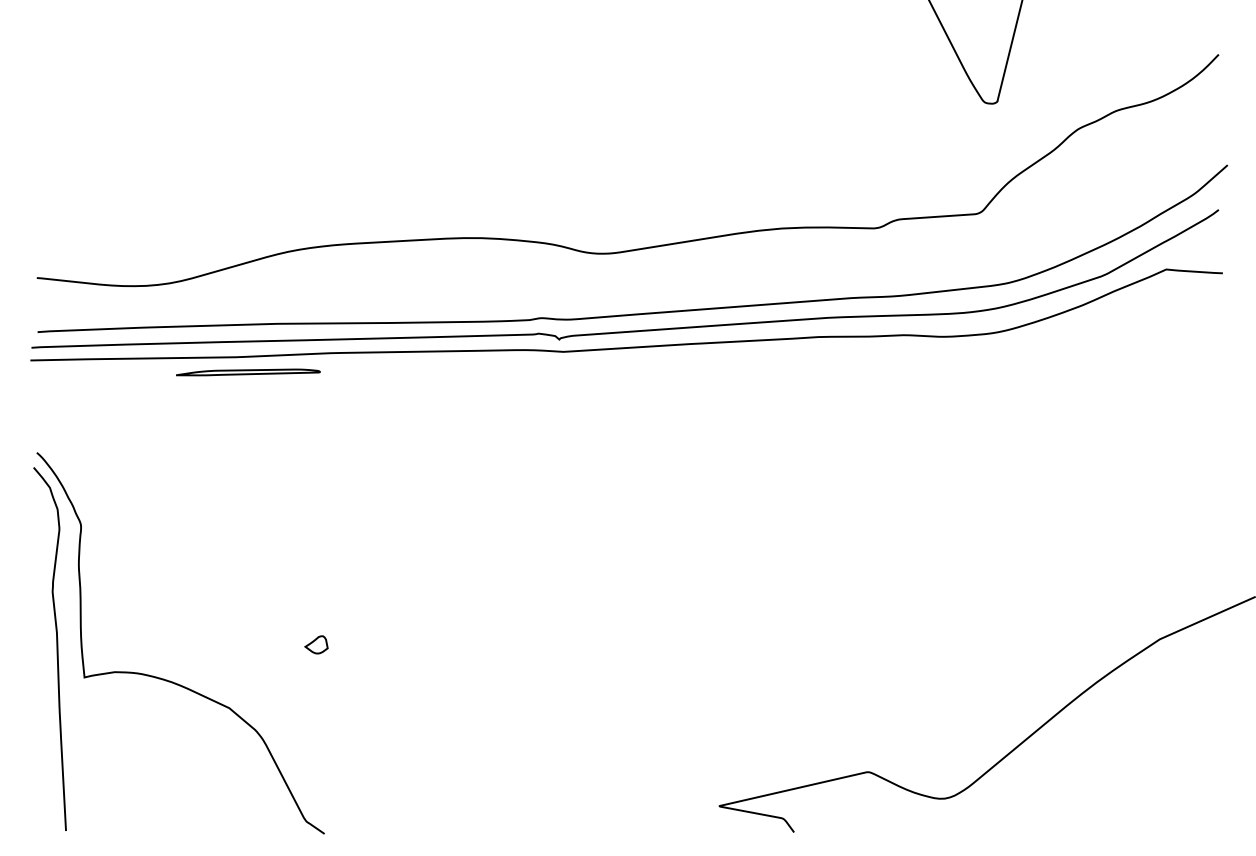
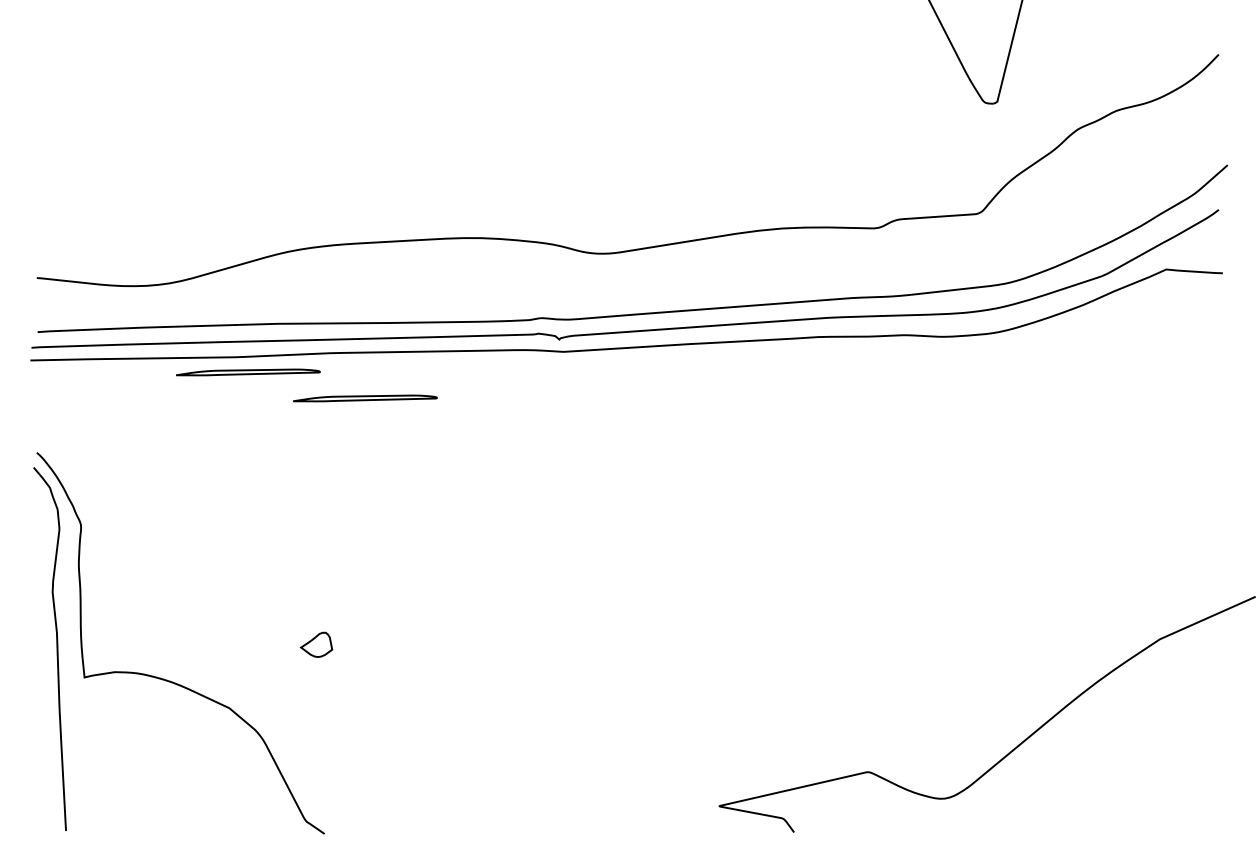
part at (365, 398): none -> present
part at (316, 644) size: 25x20 px -> 35x27 px
